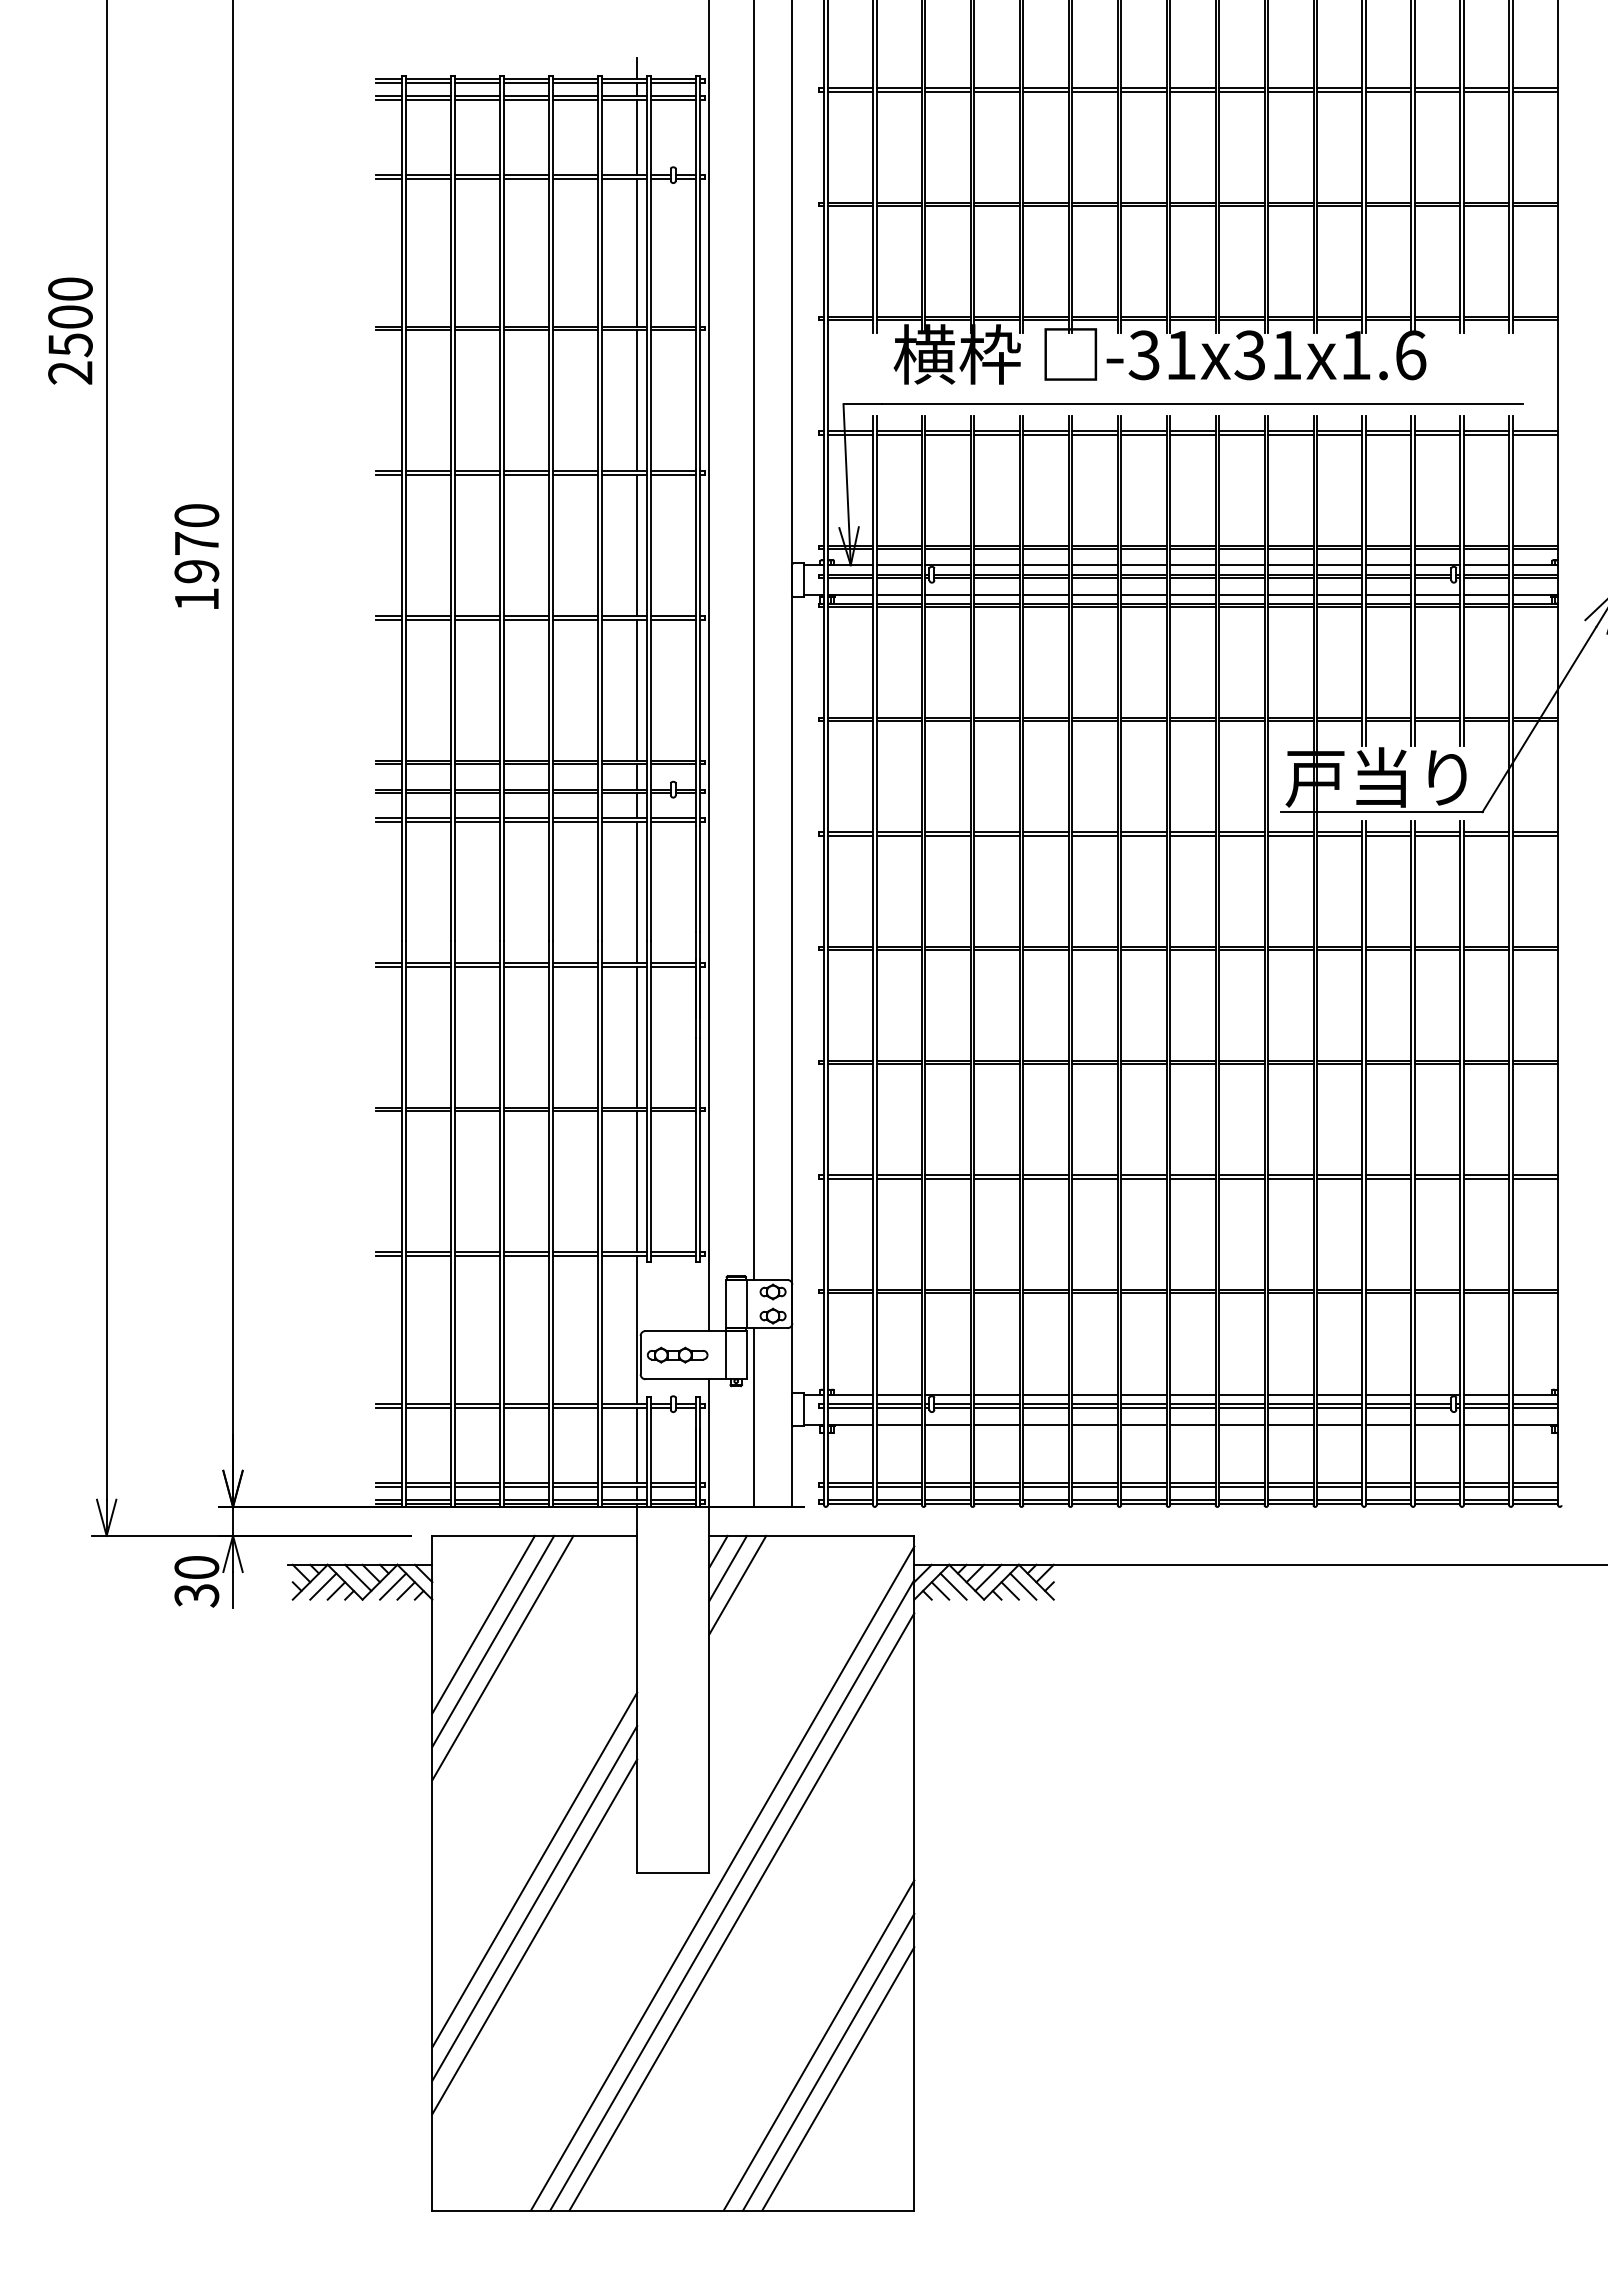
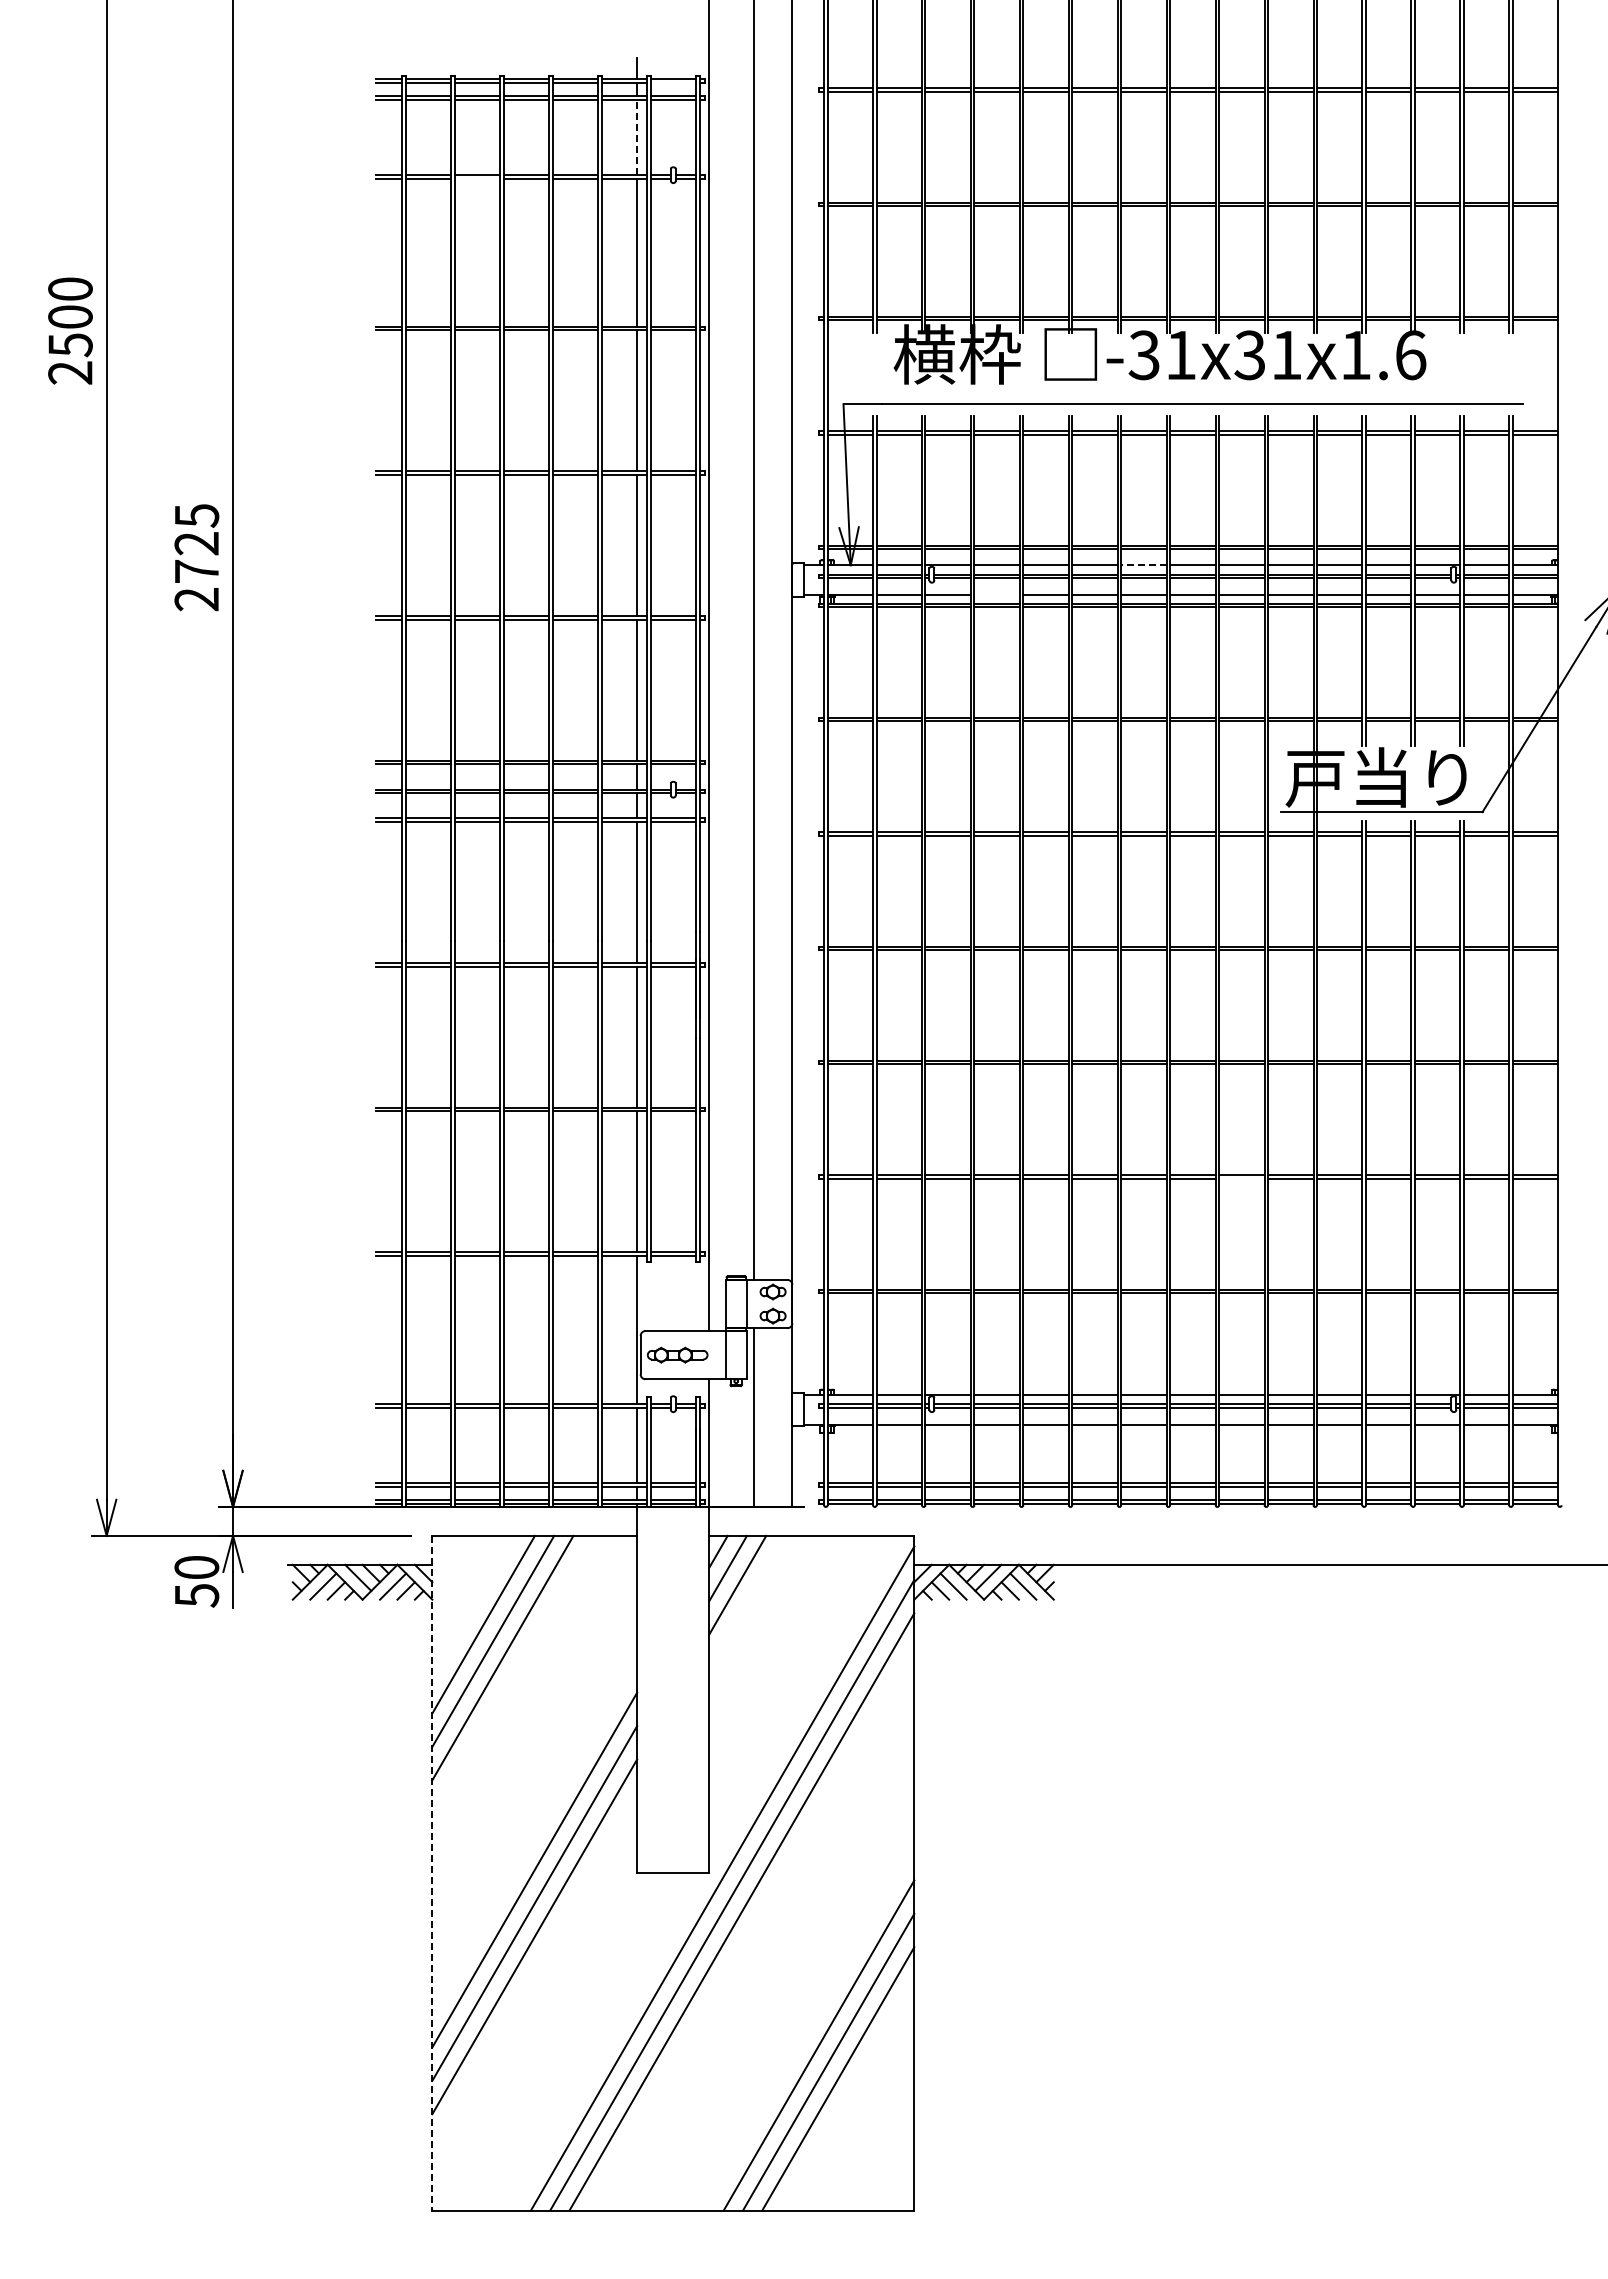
line at (673, 82): present -> none
line at (637, 137): solid -> dashed
line at (477, 178): present -> none
text at (196, 557): 1970 -> 2725
line at (1143, 565): solid -> dashed
line at (996, 595): present -> none
line at (1241, 1178): present -> none
text at (196, 1595): 30 -> 50
line at (432, 1873): solid -> dashed
